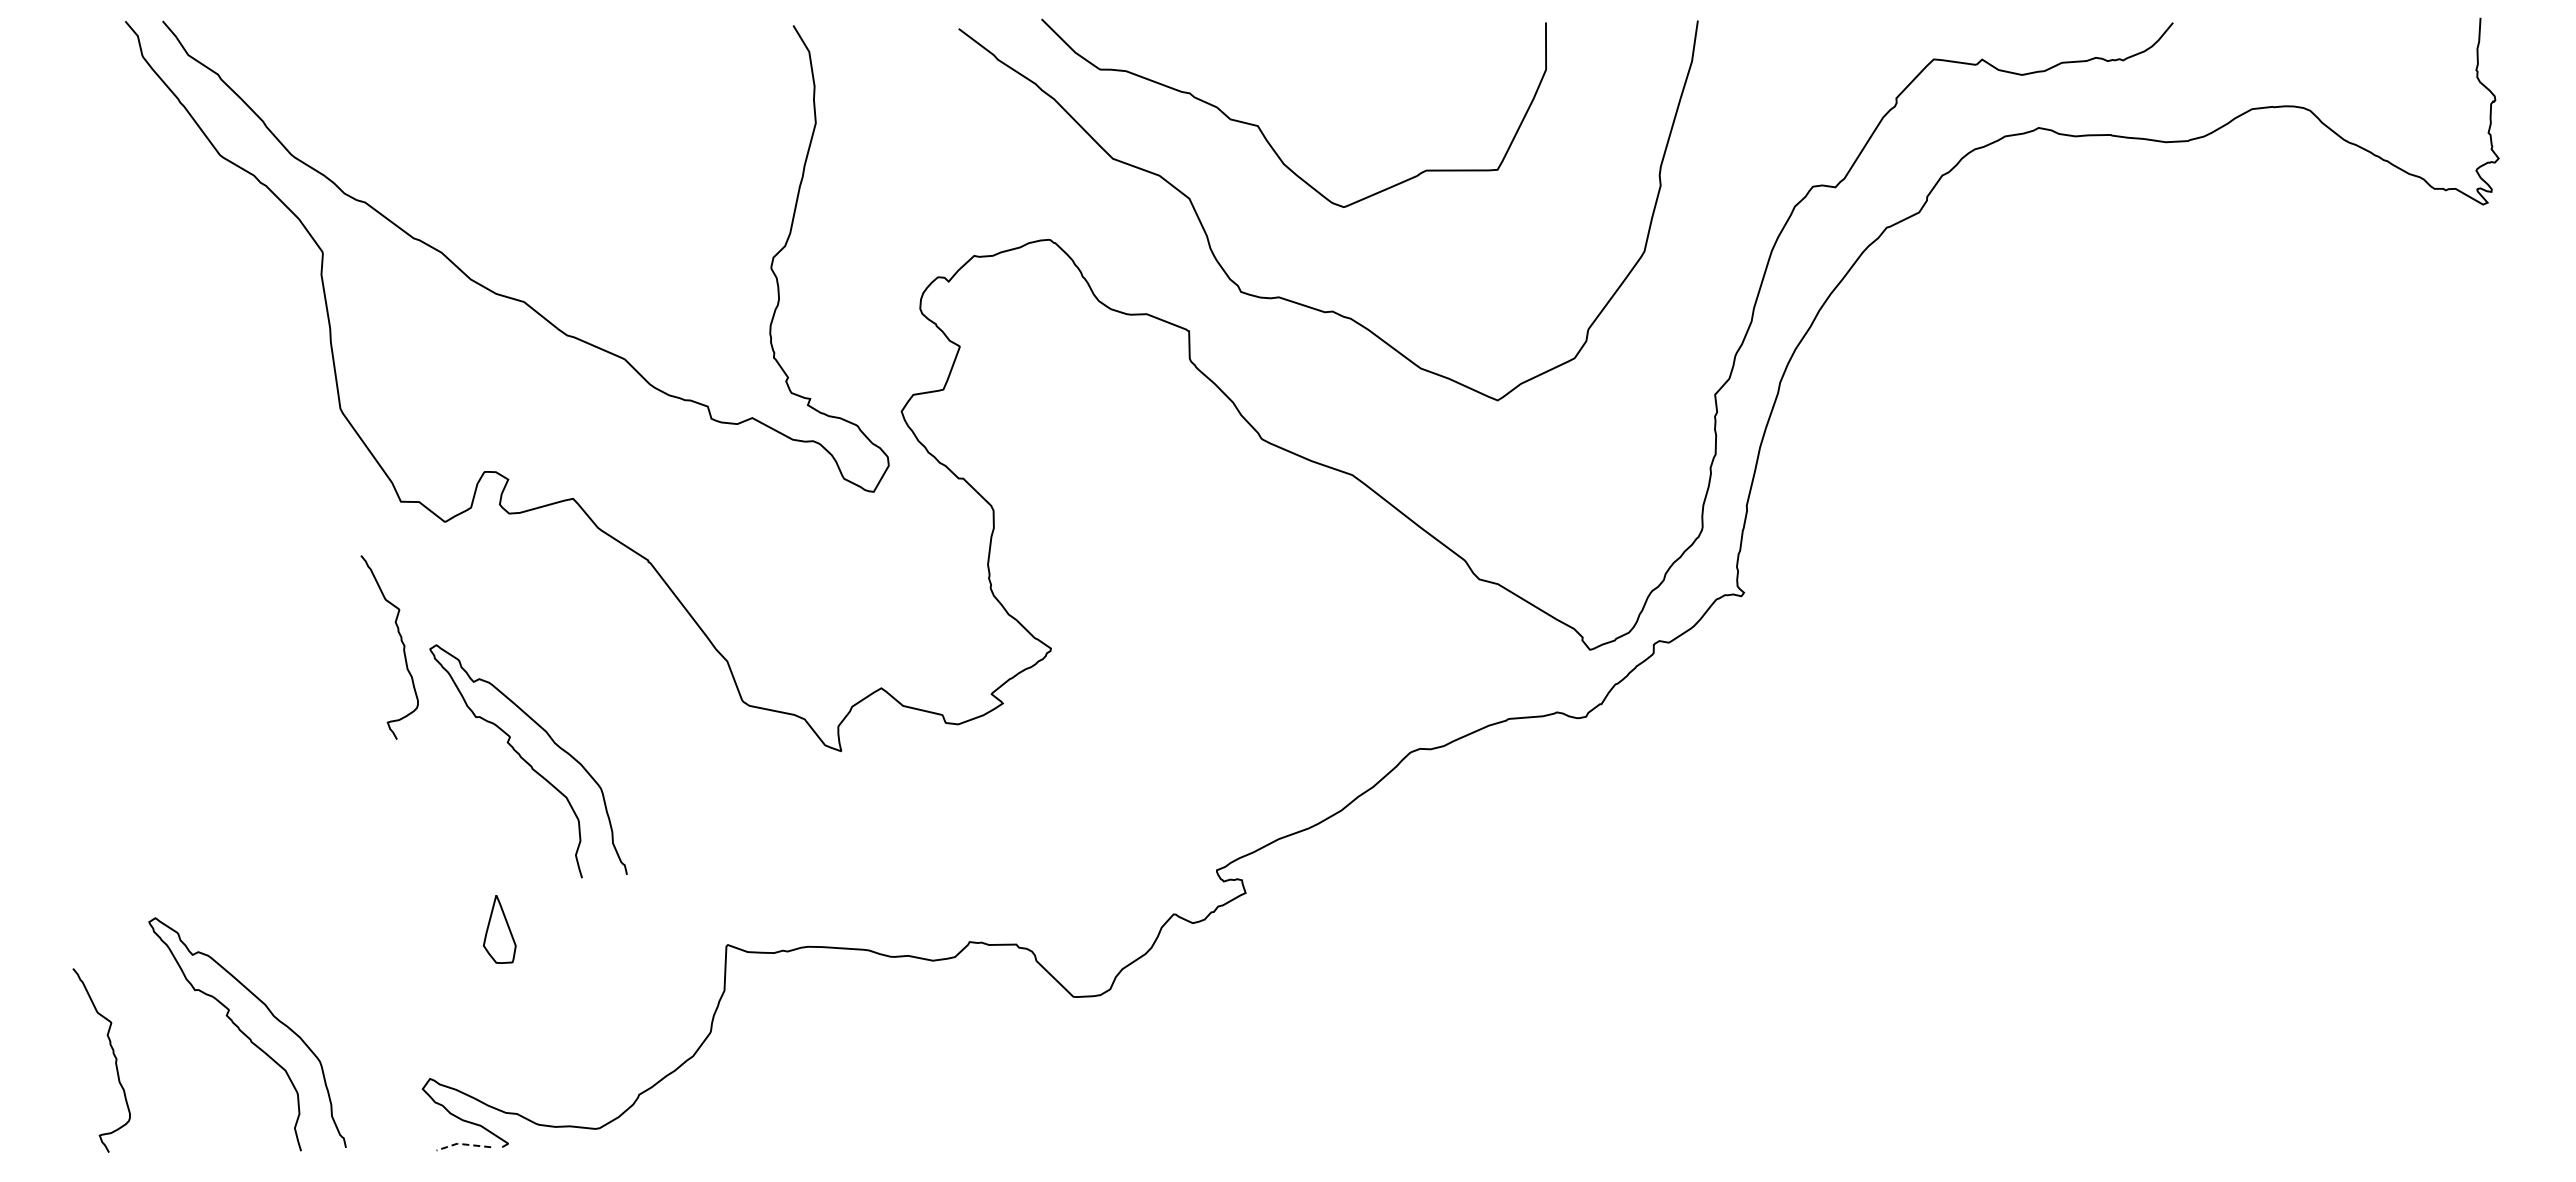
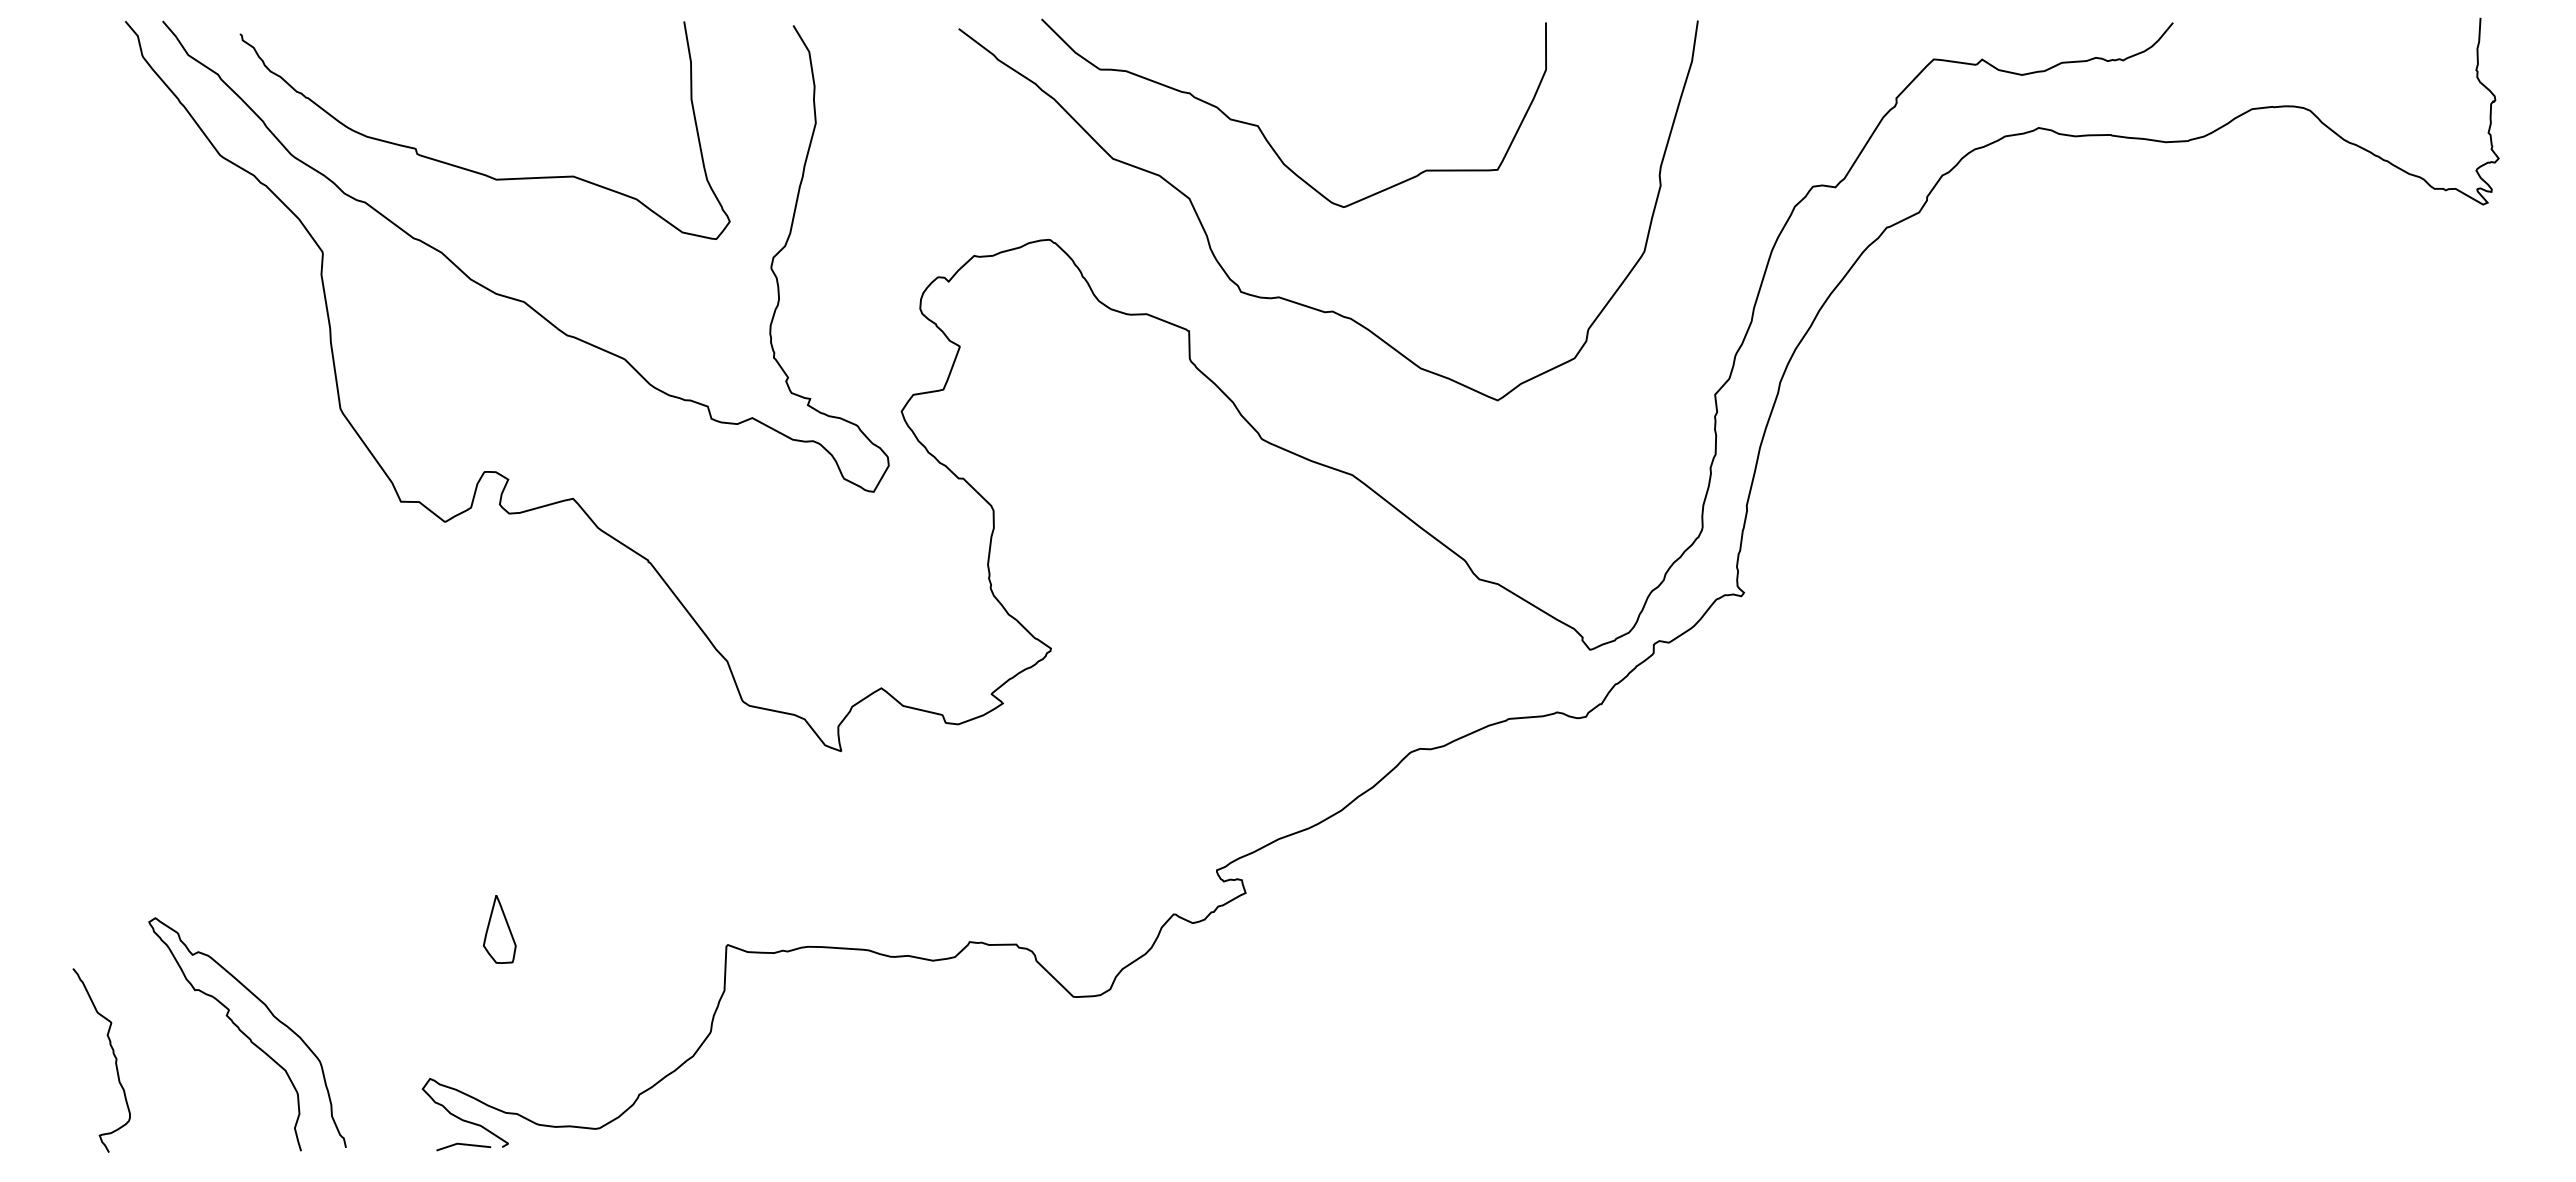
curve at (470, 169): none -> present
curve at (401, 642): present -> none
curve at (527, 761): present -> none
line at (463, 1144): dashed -> solid
